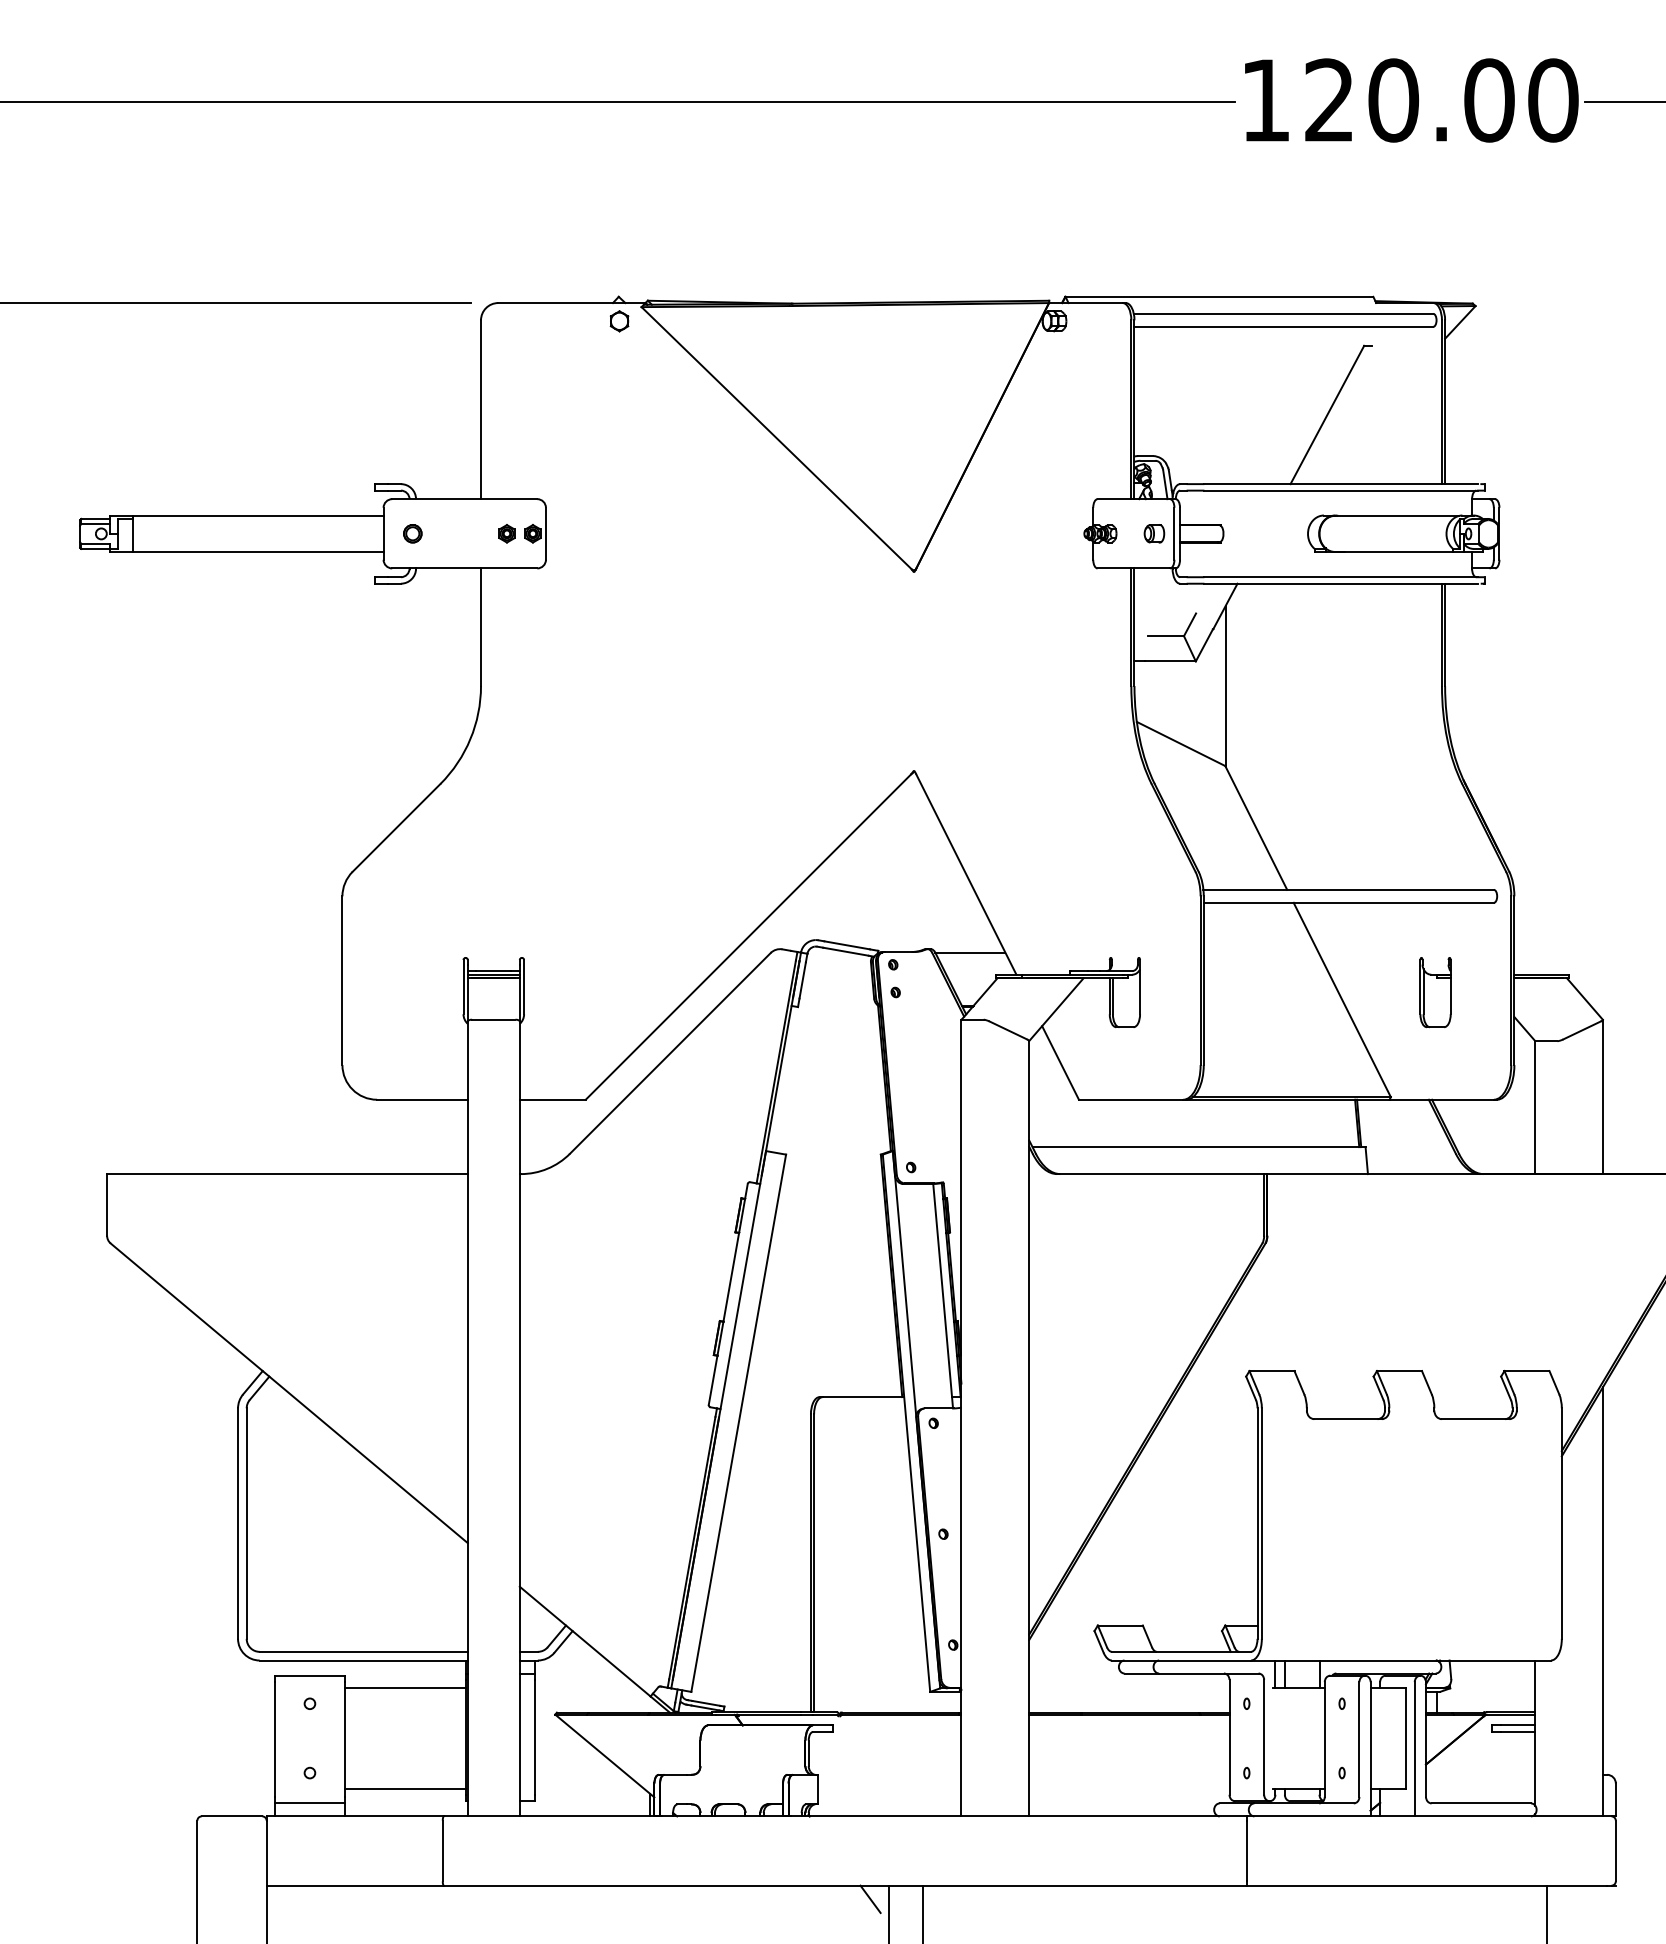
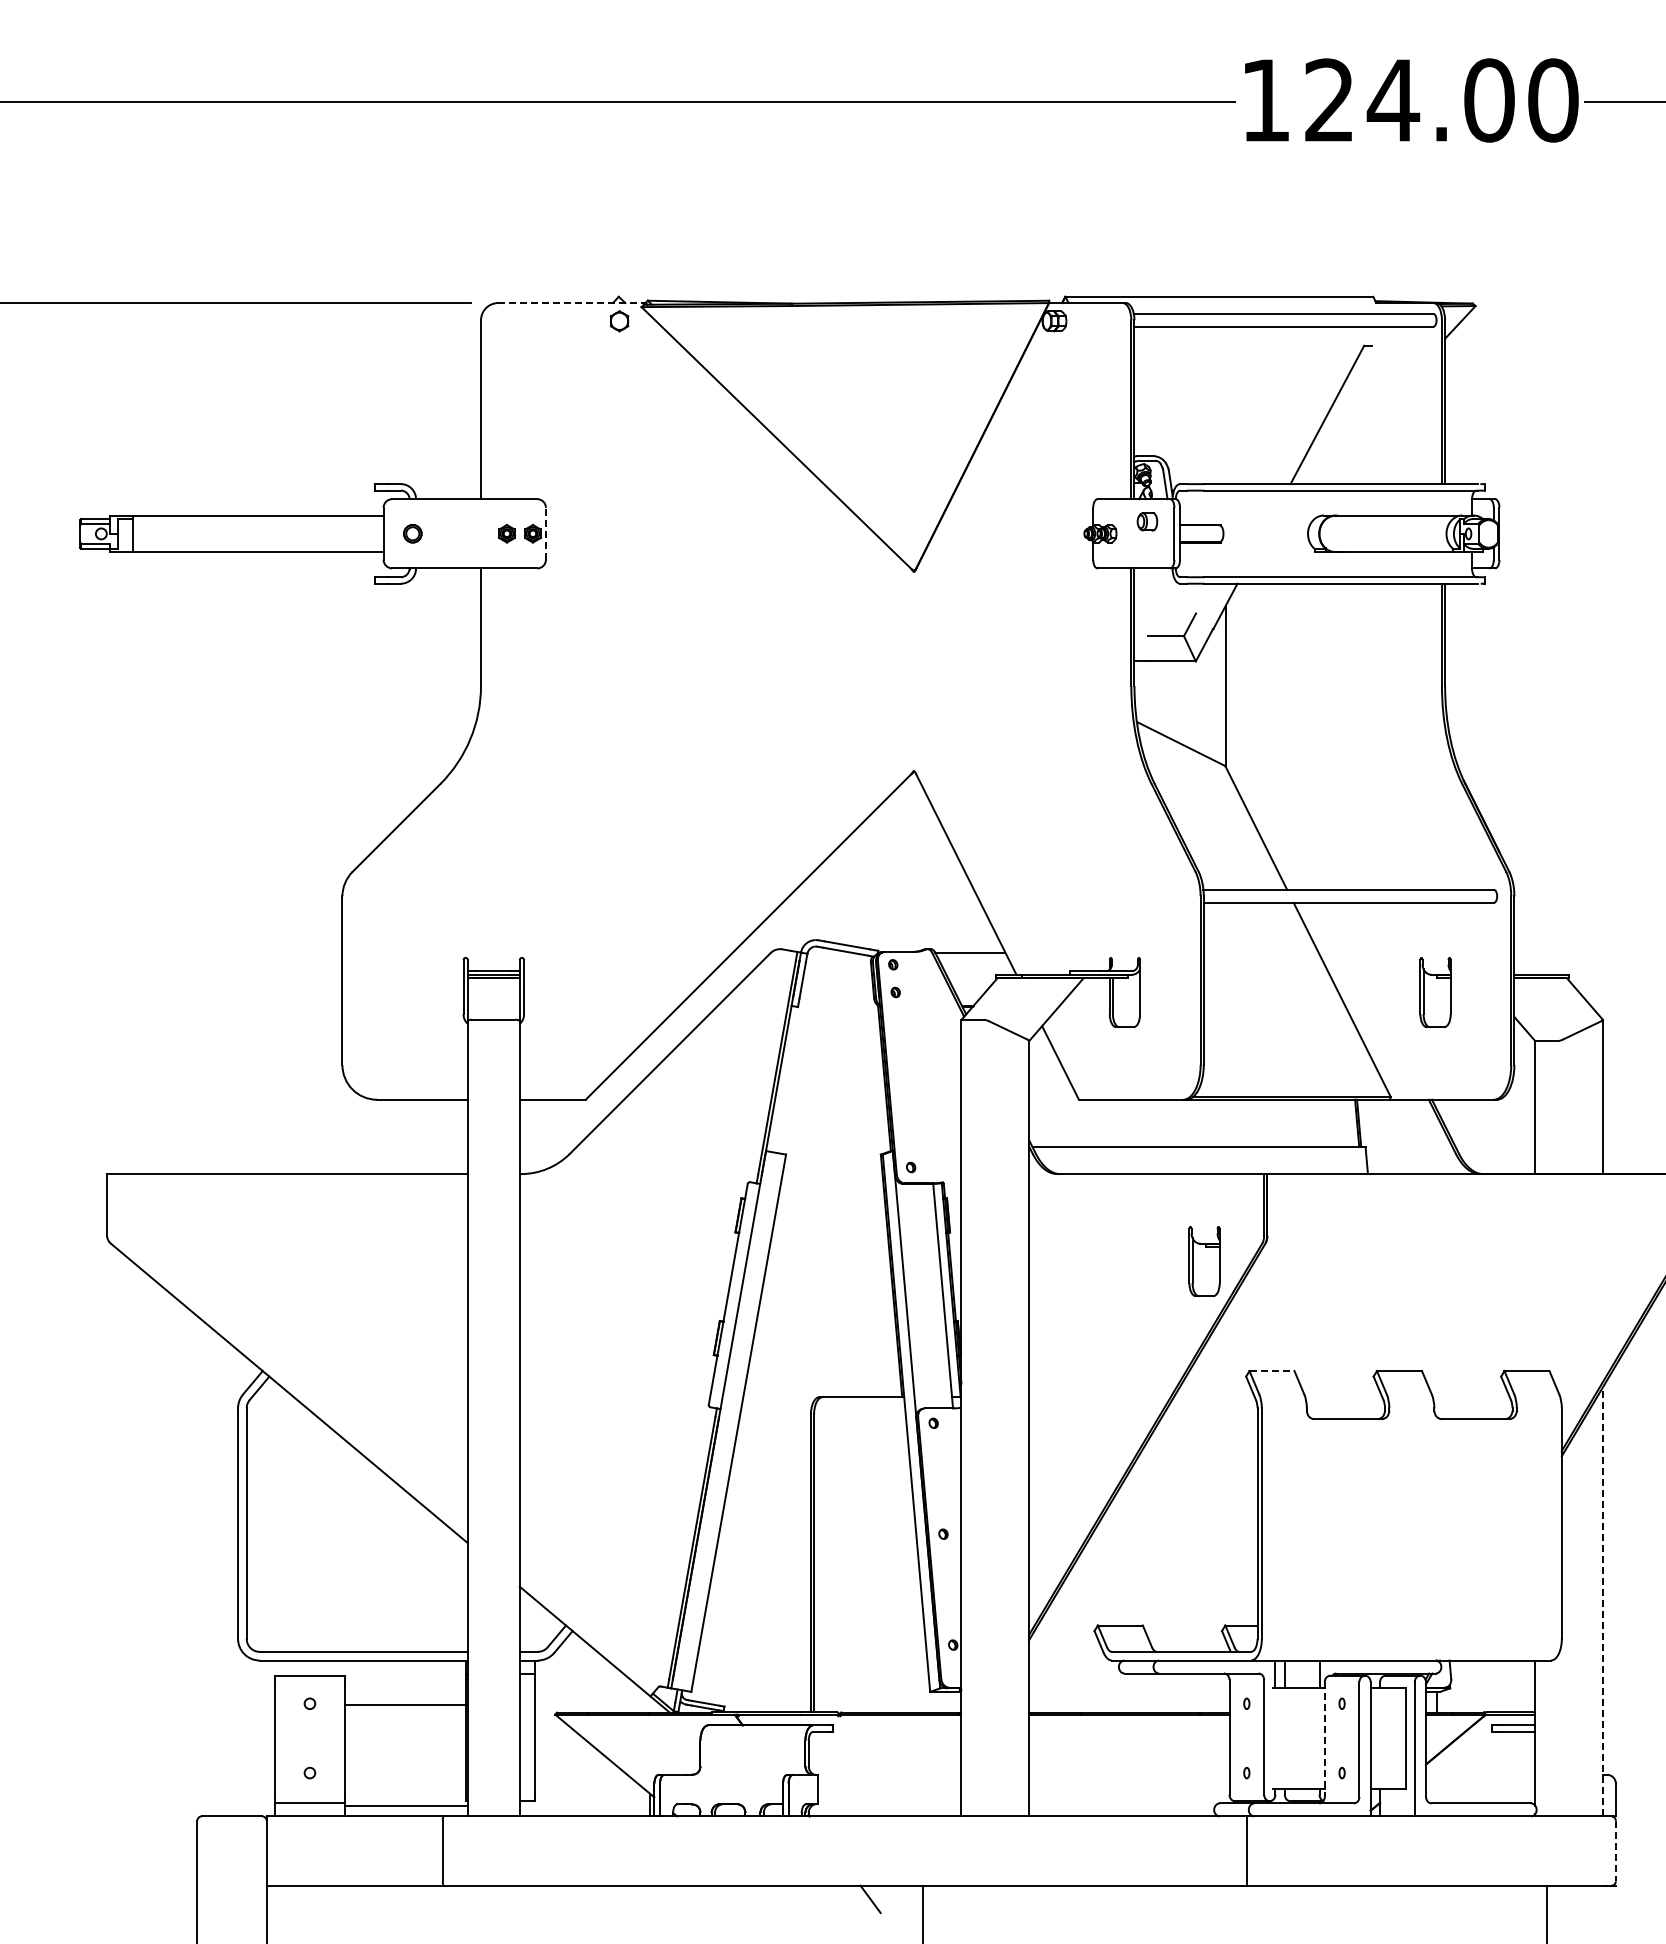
text at (1393, 100): 120.00 -> 124.00
line at (571, 303): solid -> dashed
line at (545, 533): solid -> dashed
part at (1154, 533) position: (1154, 533) -> (1147, 521)
part at (1204, 1261): none -> present
line at (1272, 1371): solid -> dashed
line at (1602, 1601): solid -> dashed
line at (404, 1688) position: (404, 1688) -> (404, 1705)
line at (1324, 1740): solid -> dashed
line at (404, 1788) position: (404, 1788) -> (404, 1805)
line at (1615, 1851): solid -> dashed
line at (888, 1912): present -> none
